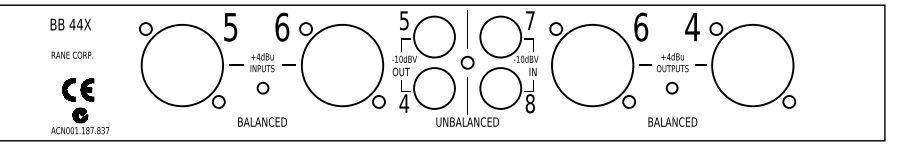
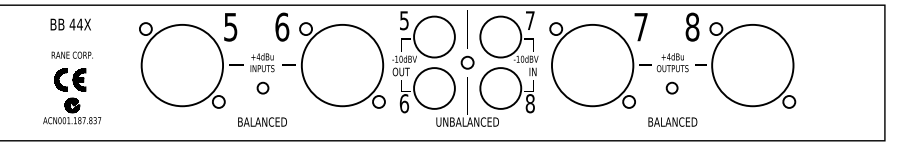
text at (641, 26): 6 -> 7
text at (692, 26): 4 -> 8
text at (404, 103): 4 -> 6
part at (80, 106) position: (80, 106) -> (72, 96)
